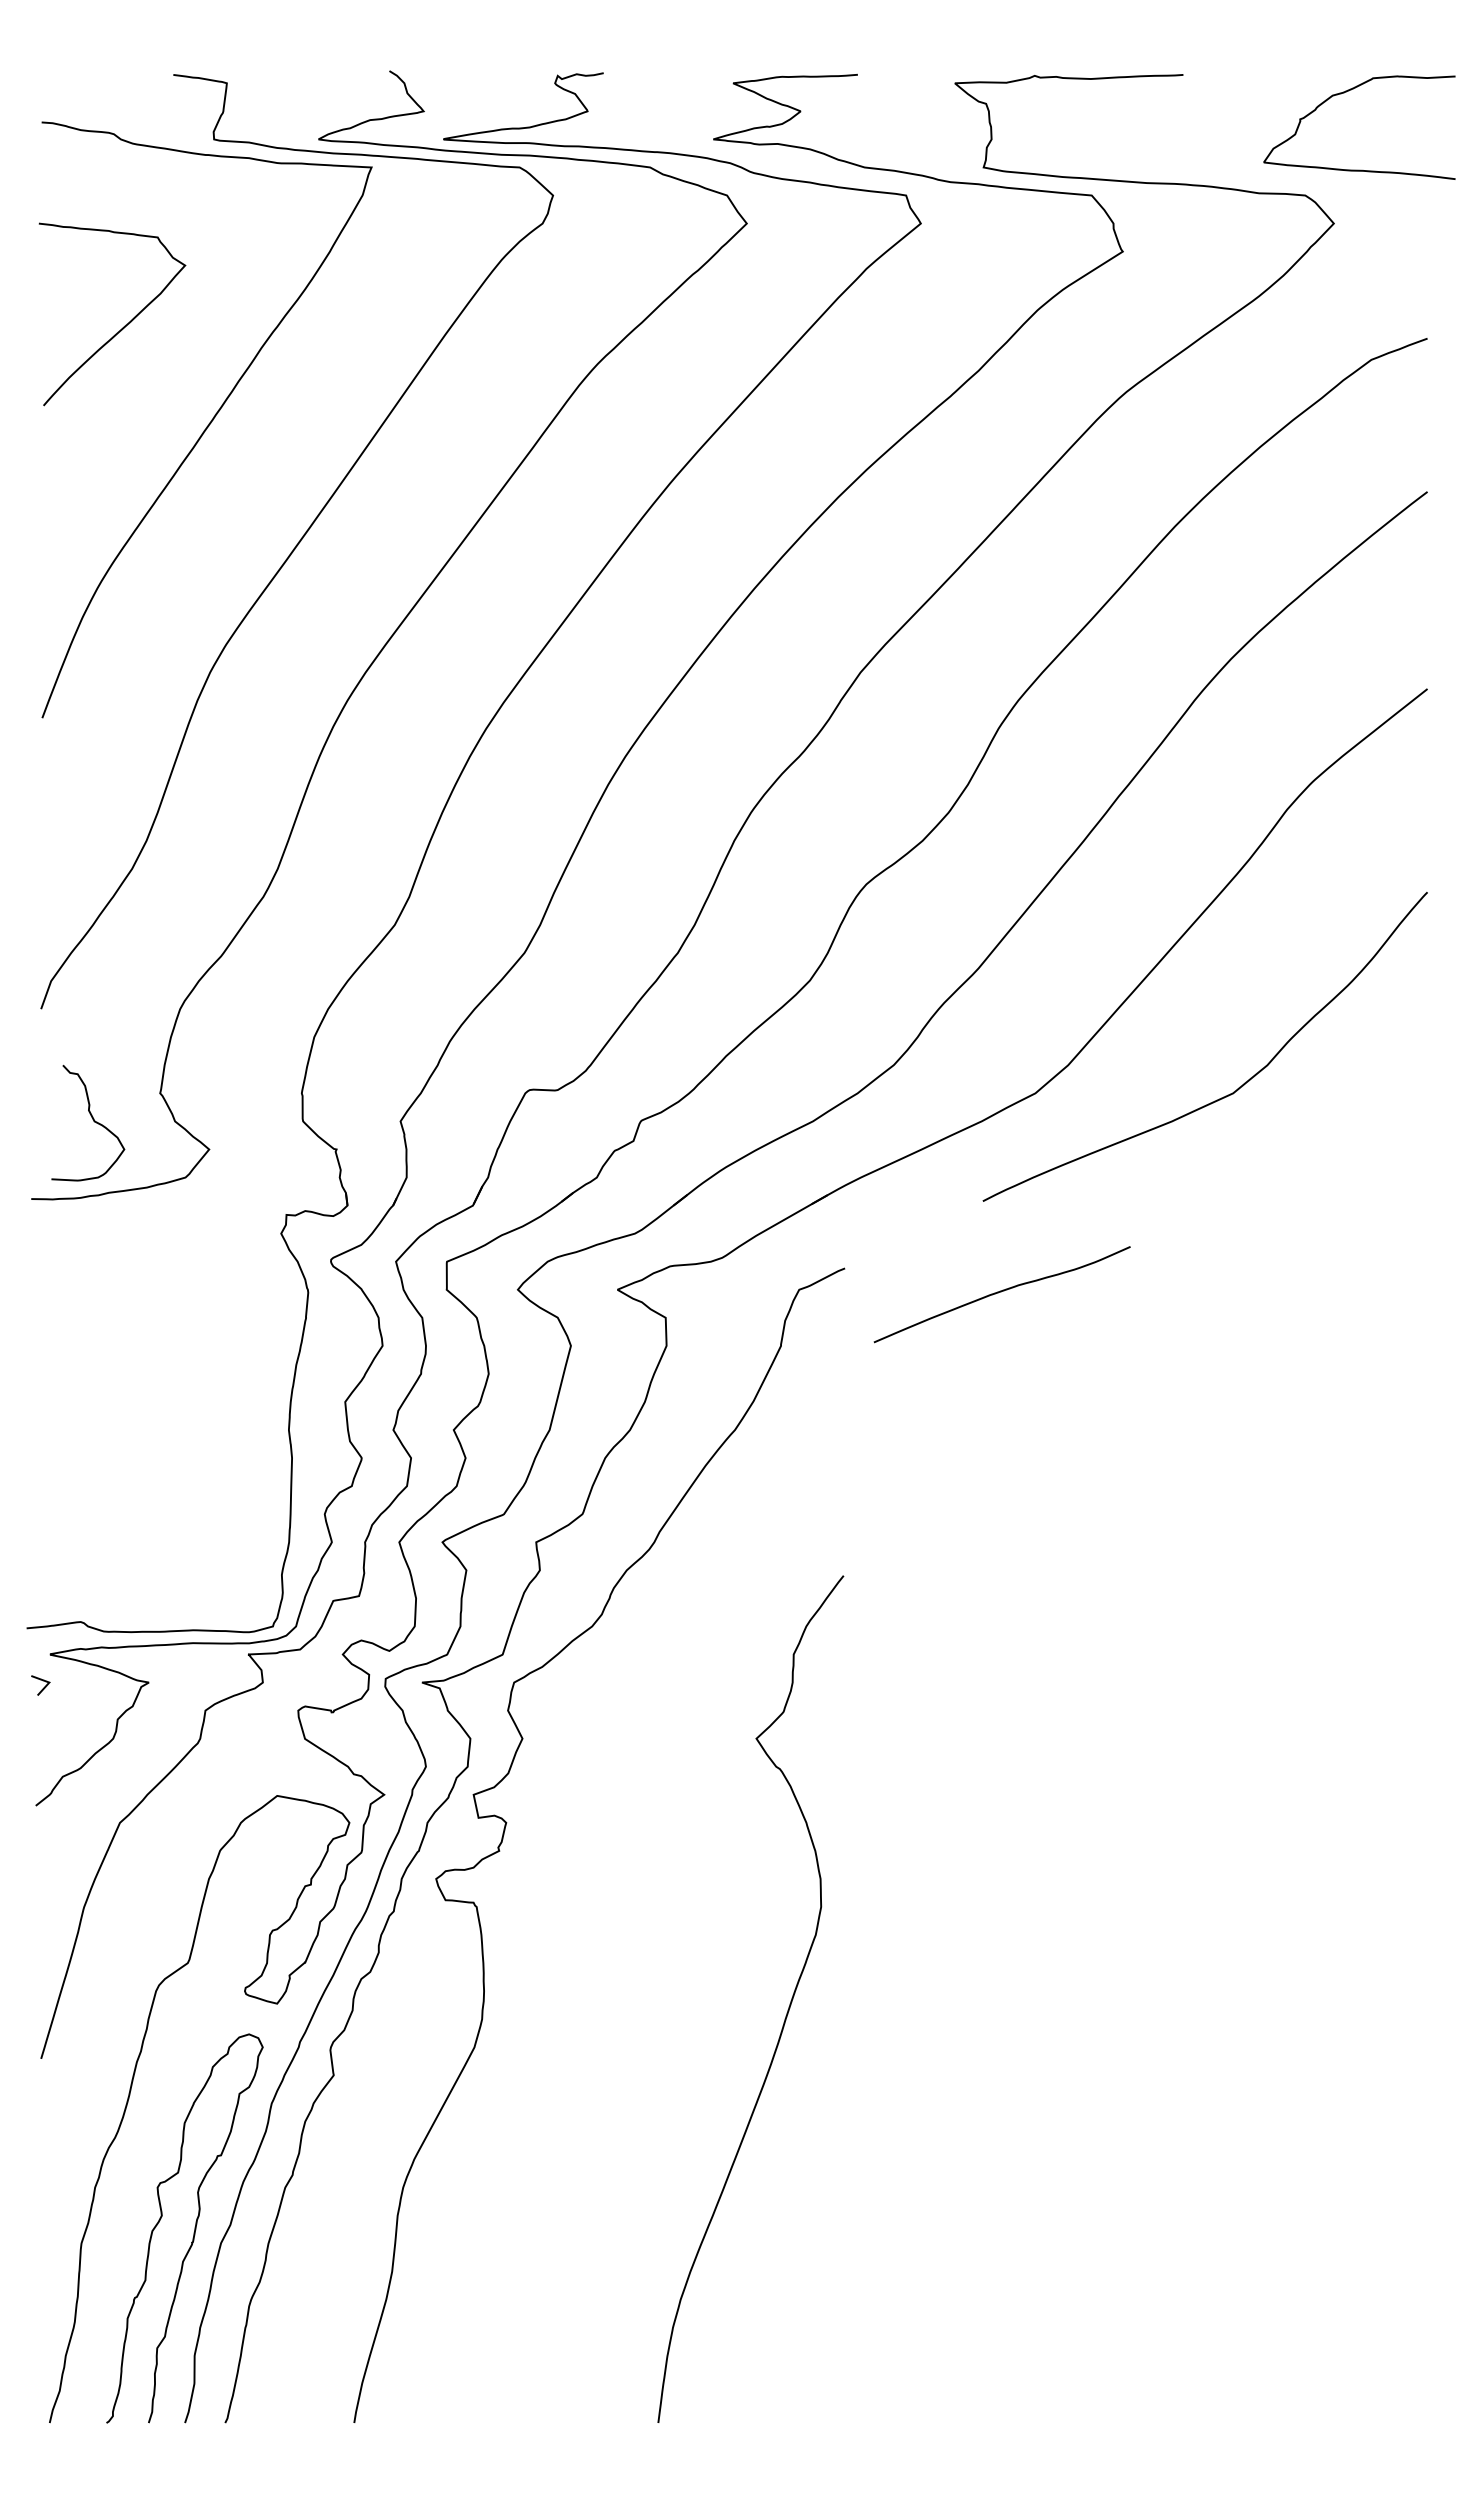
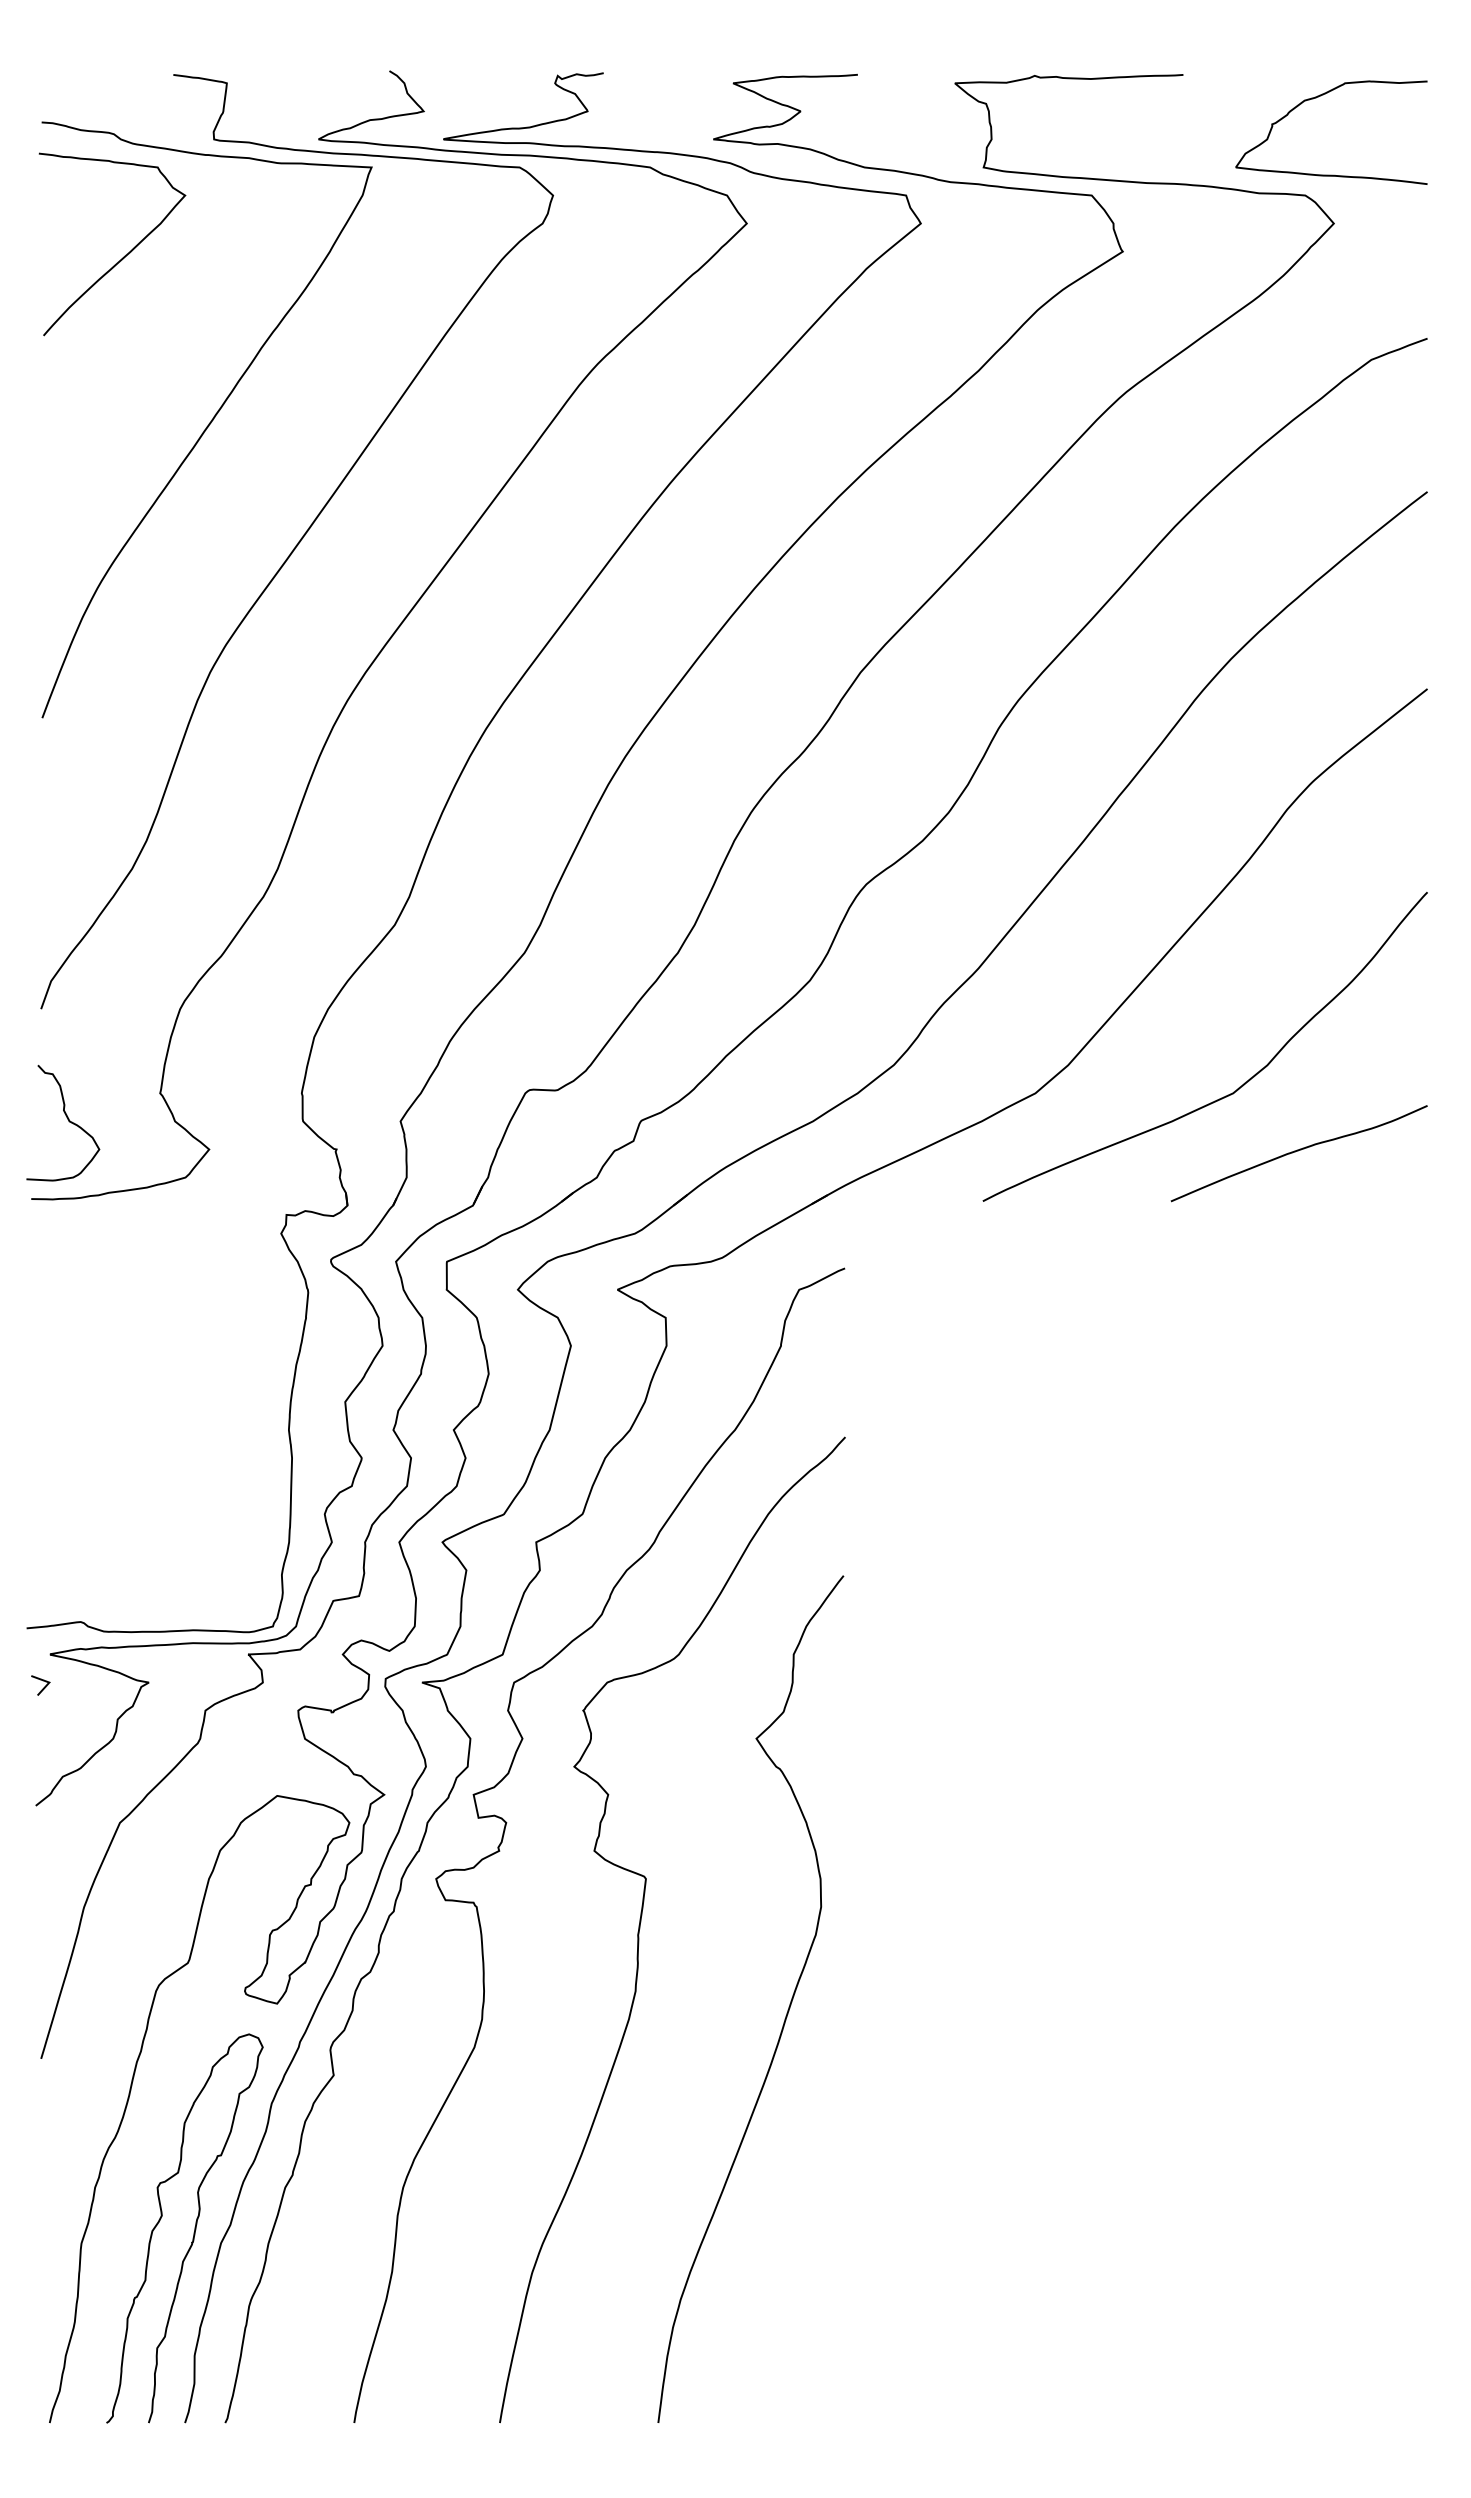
curve at (1344, 93) position: (1344, 93) -> (1316, 98)
curve at (124, 325) position: (124, 325) -> (124, 255)
curve at (92, 1119) position: (92, 1119) -> (67, 1119)
curve at (1001, 1292) position: (1001, 1292) -> (1298, 1151)
curve at (641, 1922): none -> present
